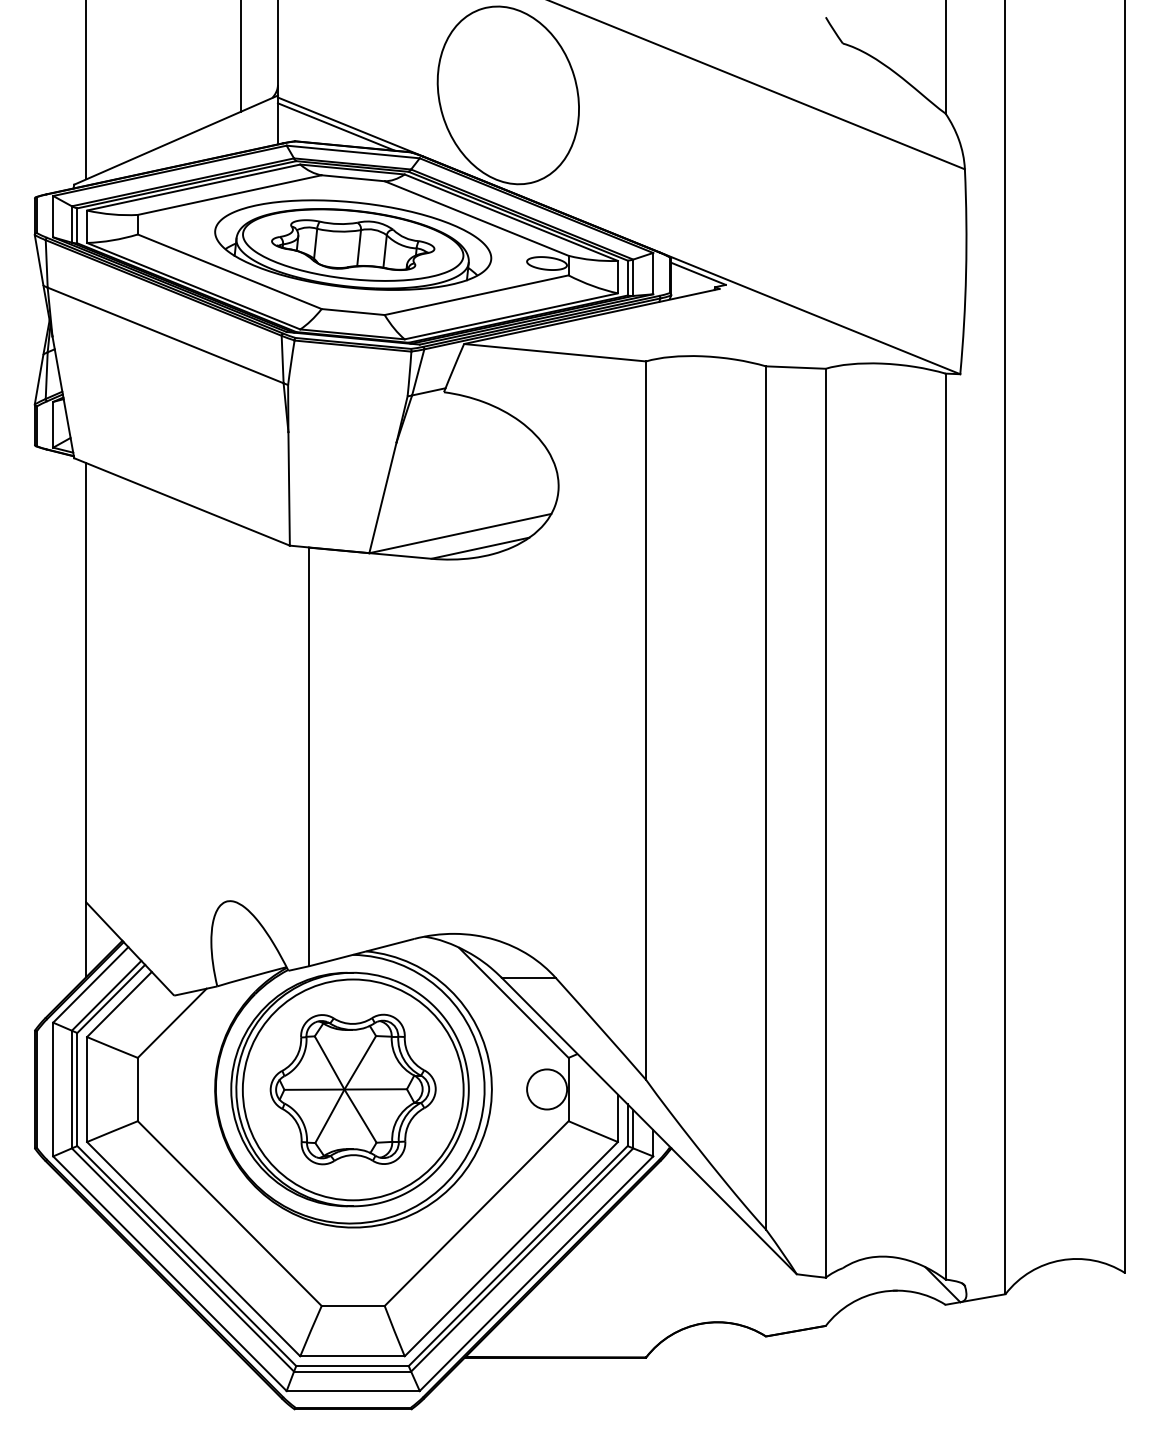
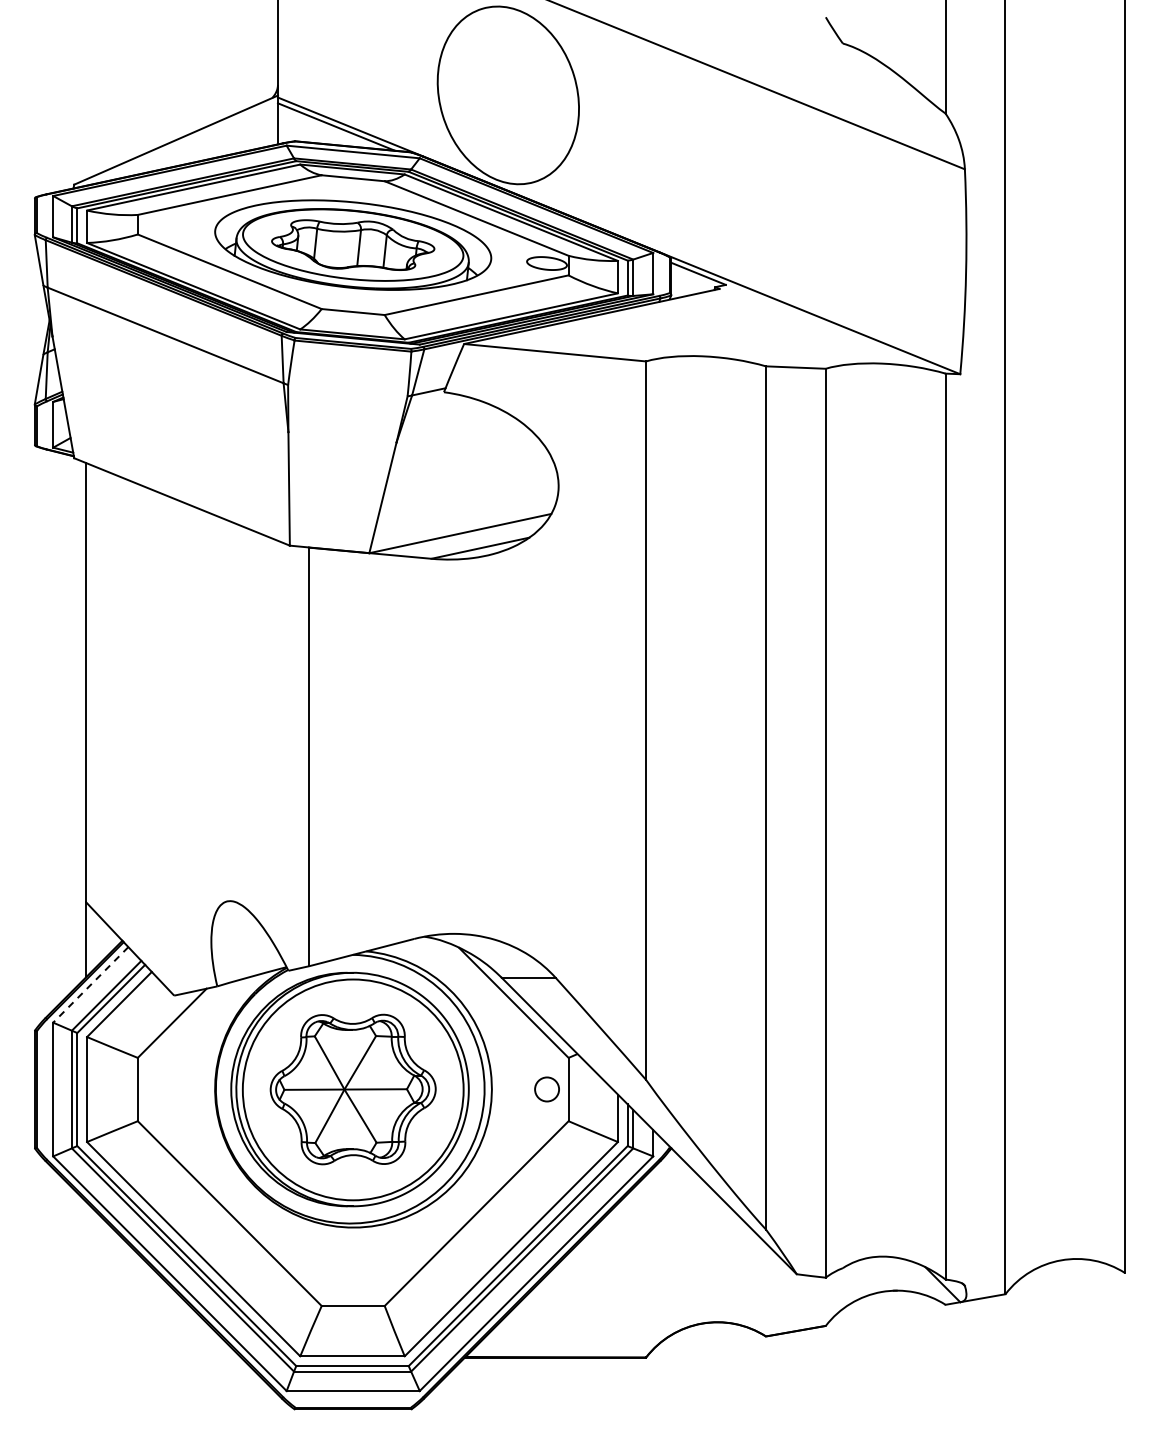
line at (240, 56): present -> none
line at (86, 90): present -> none
line at (90, 985): solid -> dashed
circle at (547, 1089) diameter: 40 px -> 24 px
